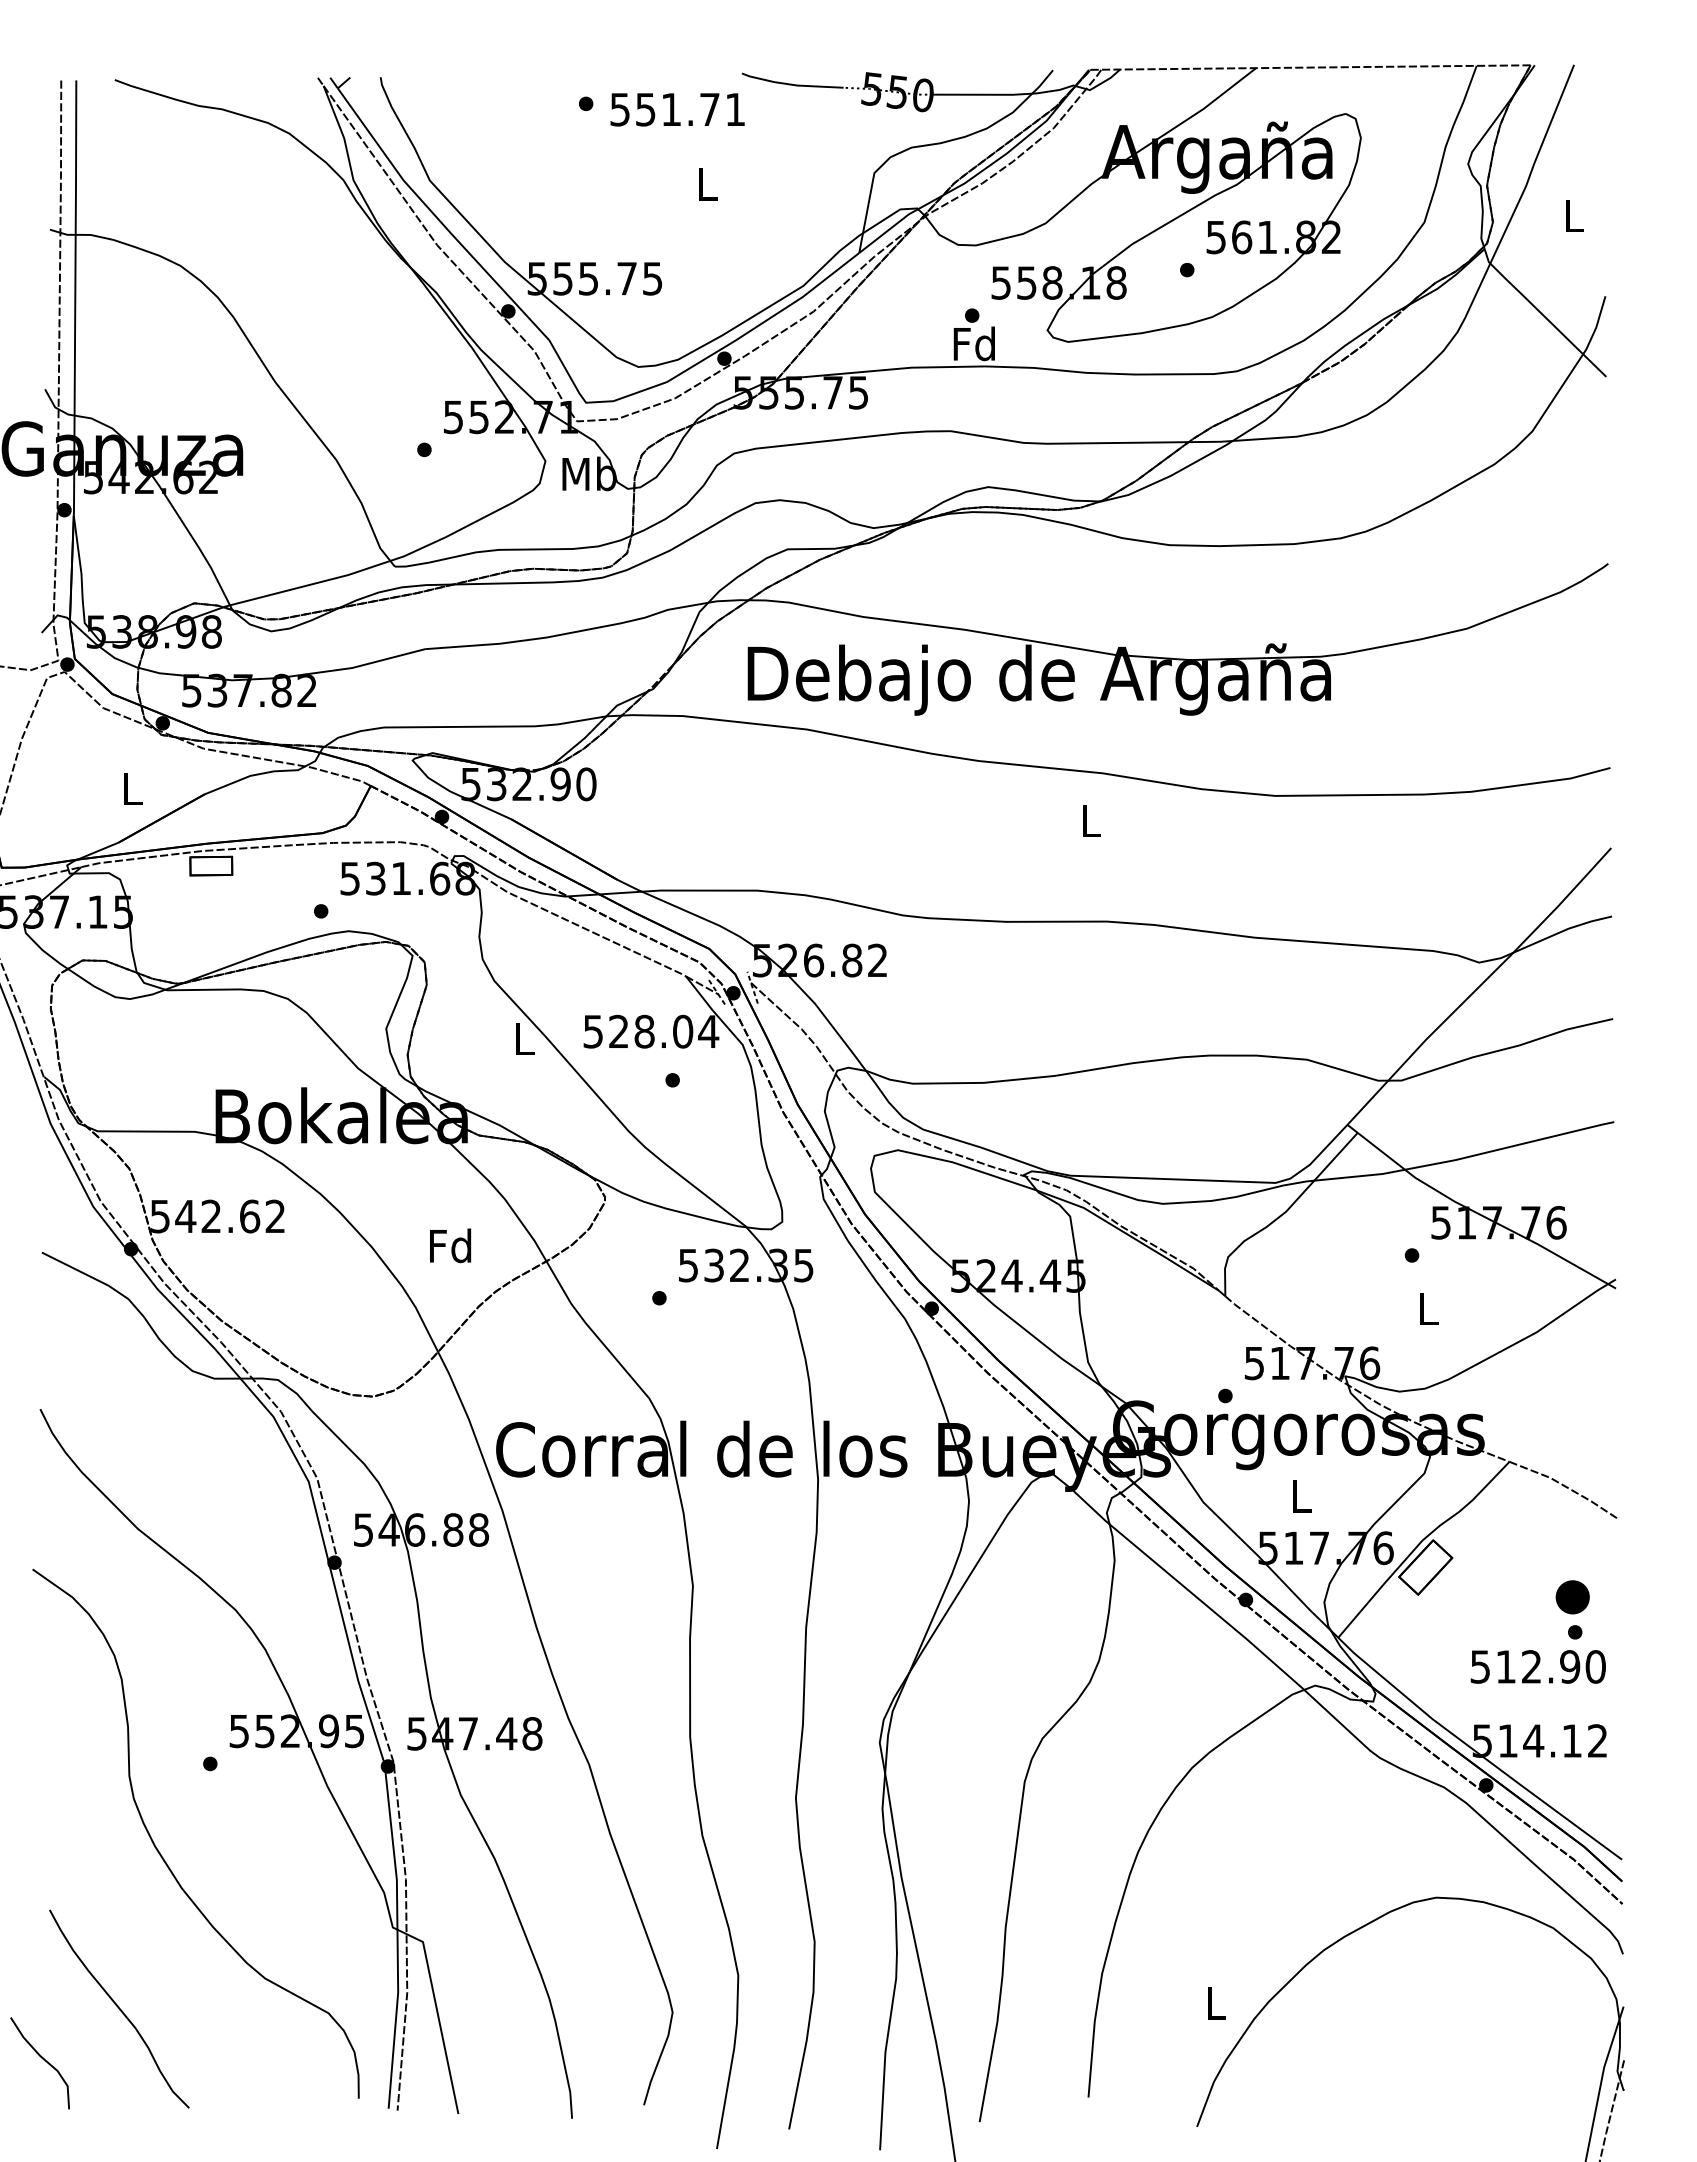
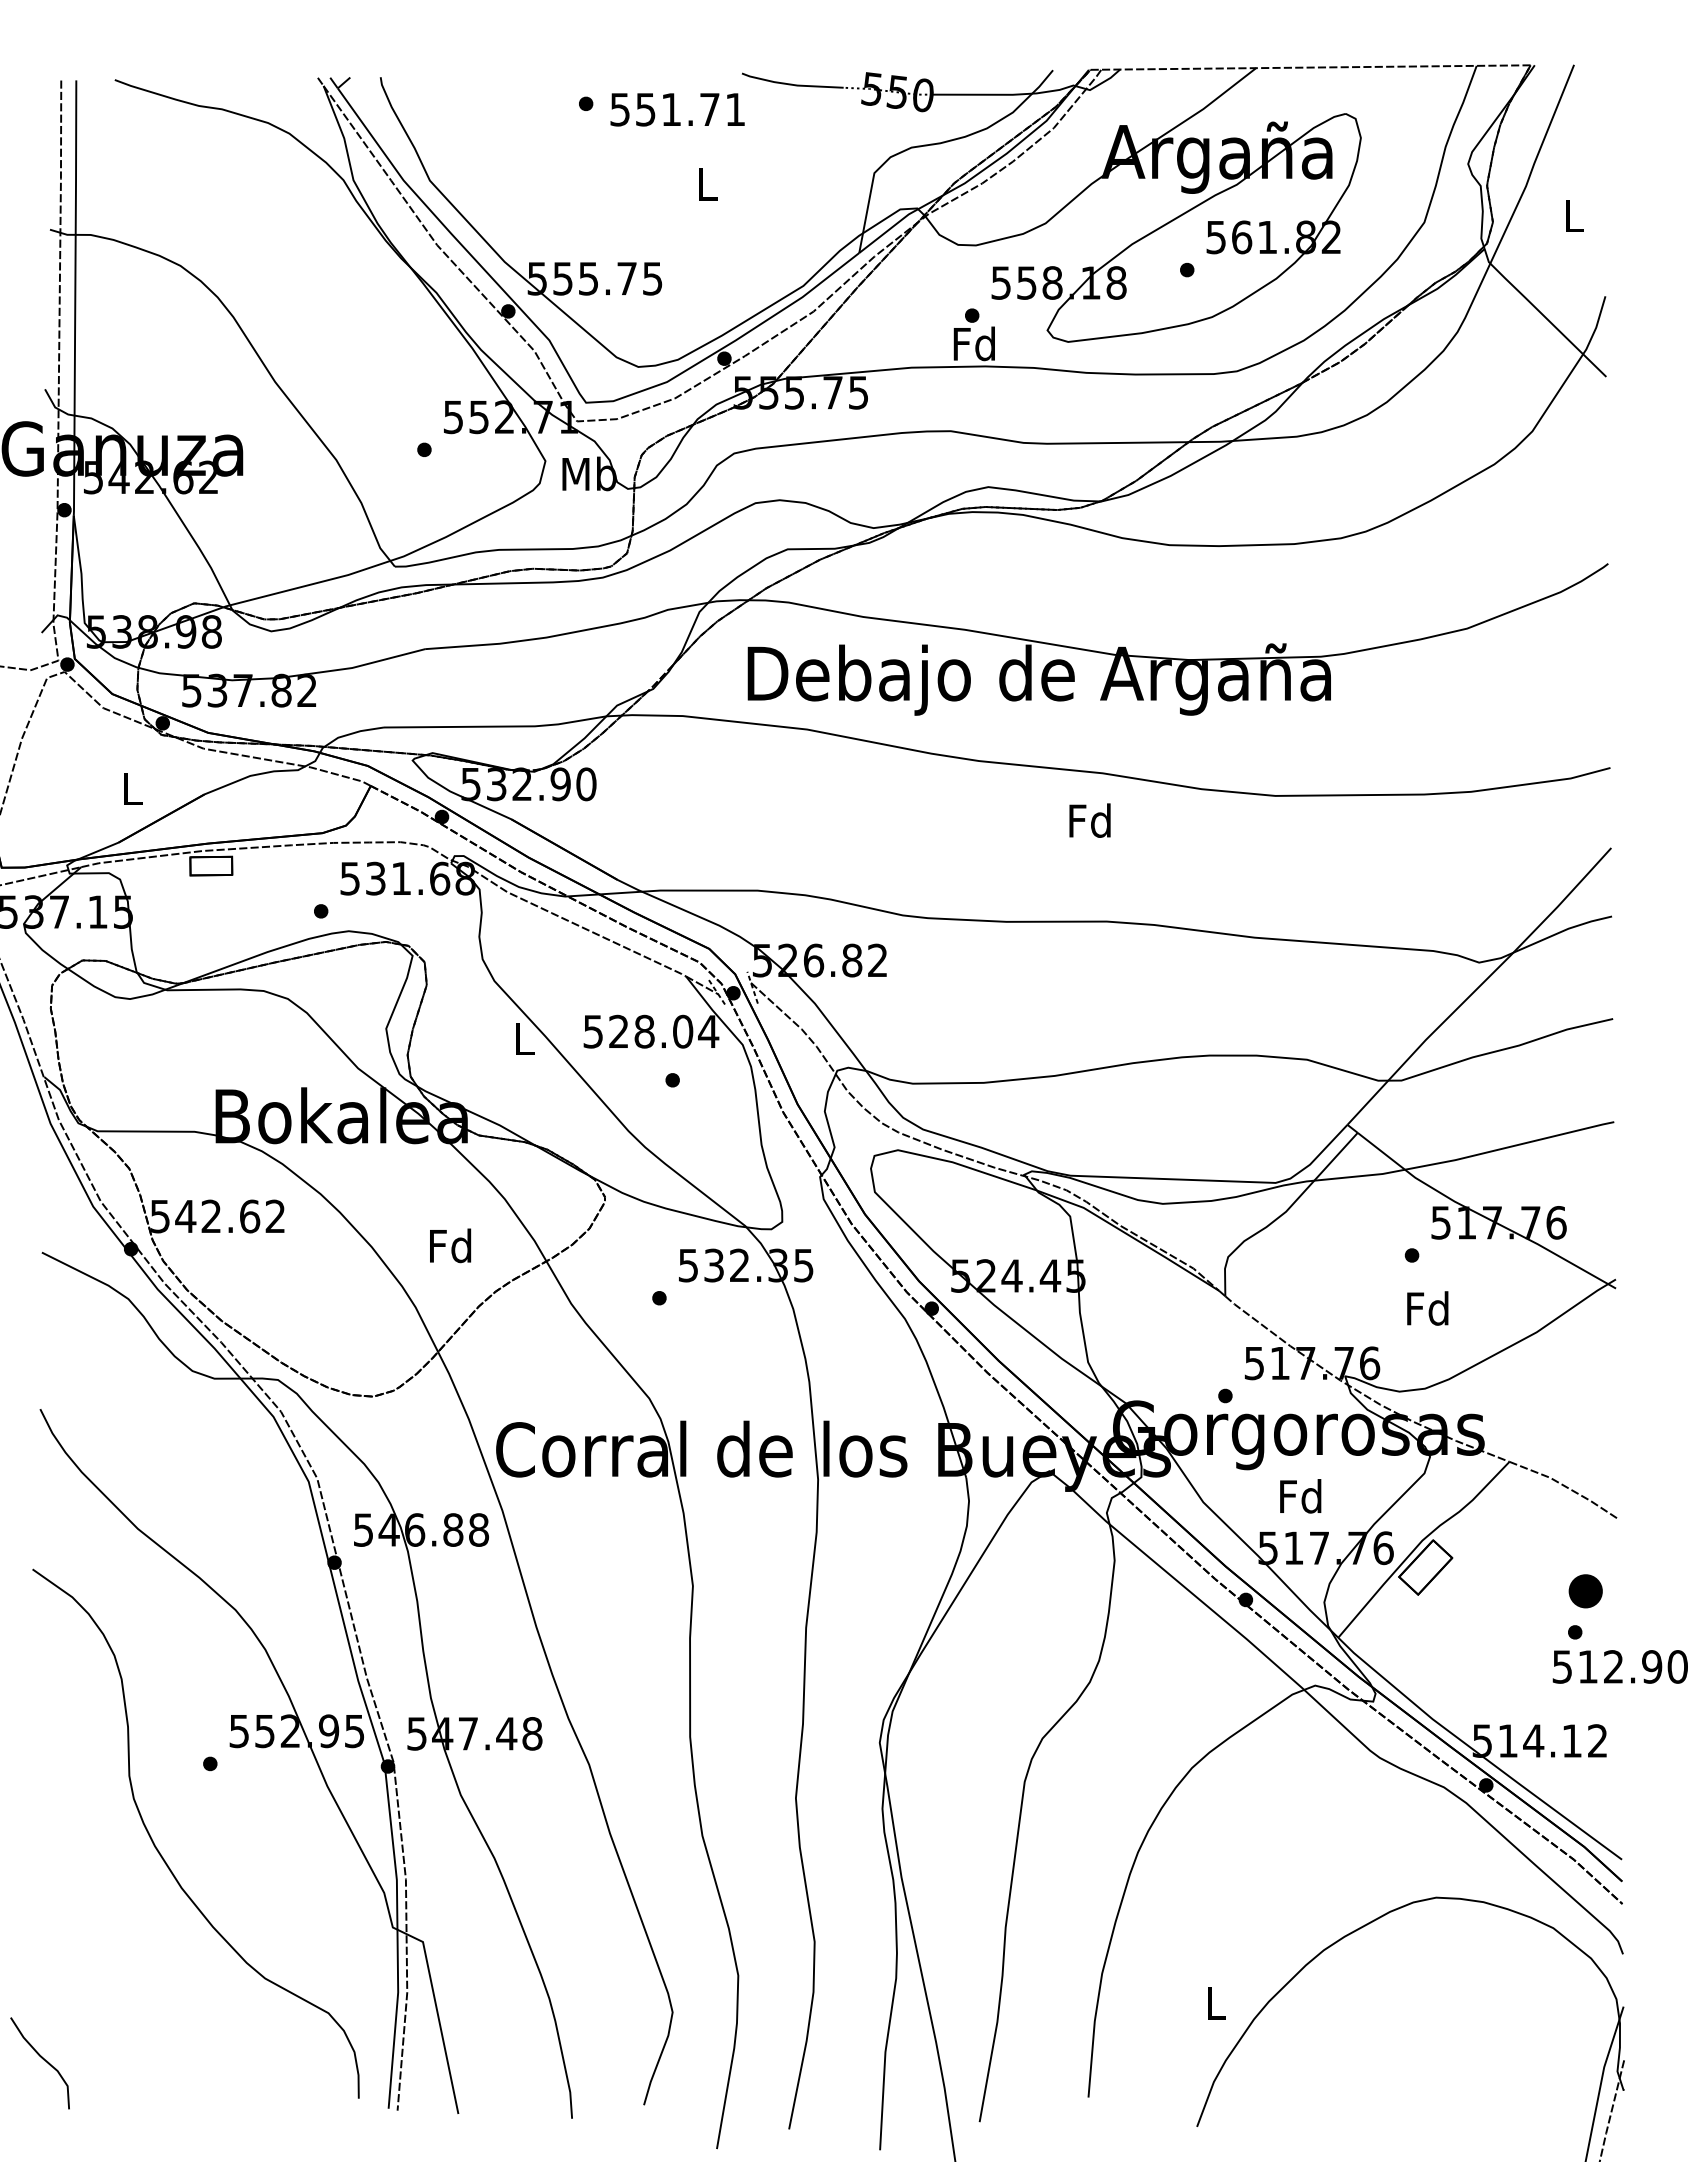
text at (1089, 820): L -> Fd
text at (1427, 1308): L -> Fd
text at (1300, 1496): L -> Fd
part at (1572, 1597) position: (1572, 1597) -> (1585, 1591)
text at (1537, 1666) position: (1537, 1666) -> (1619, 1666)
curve at (119, 2008): present -> none
